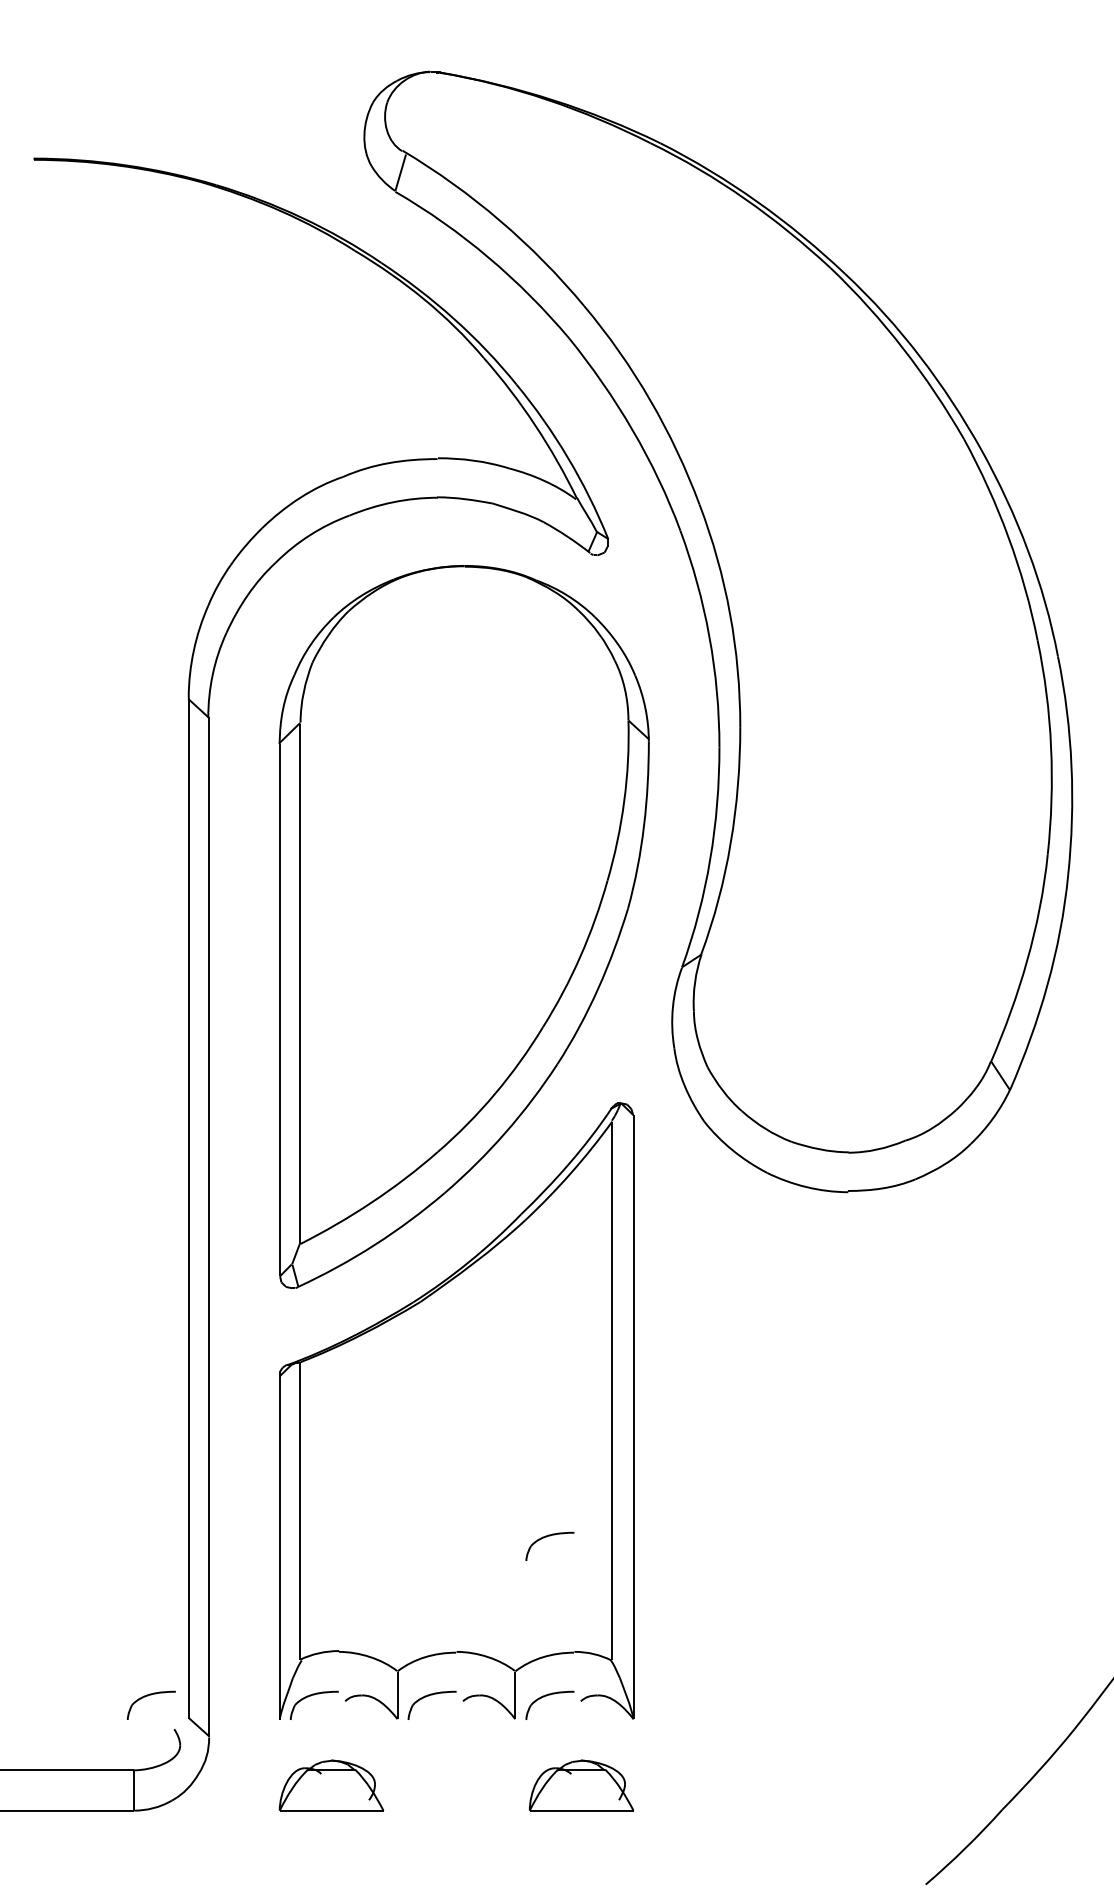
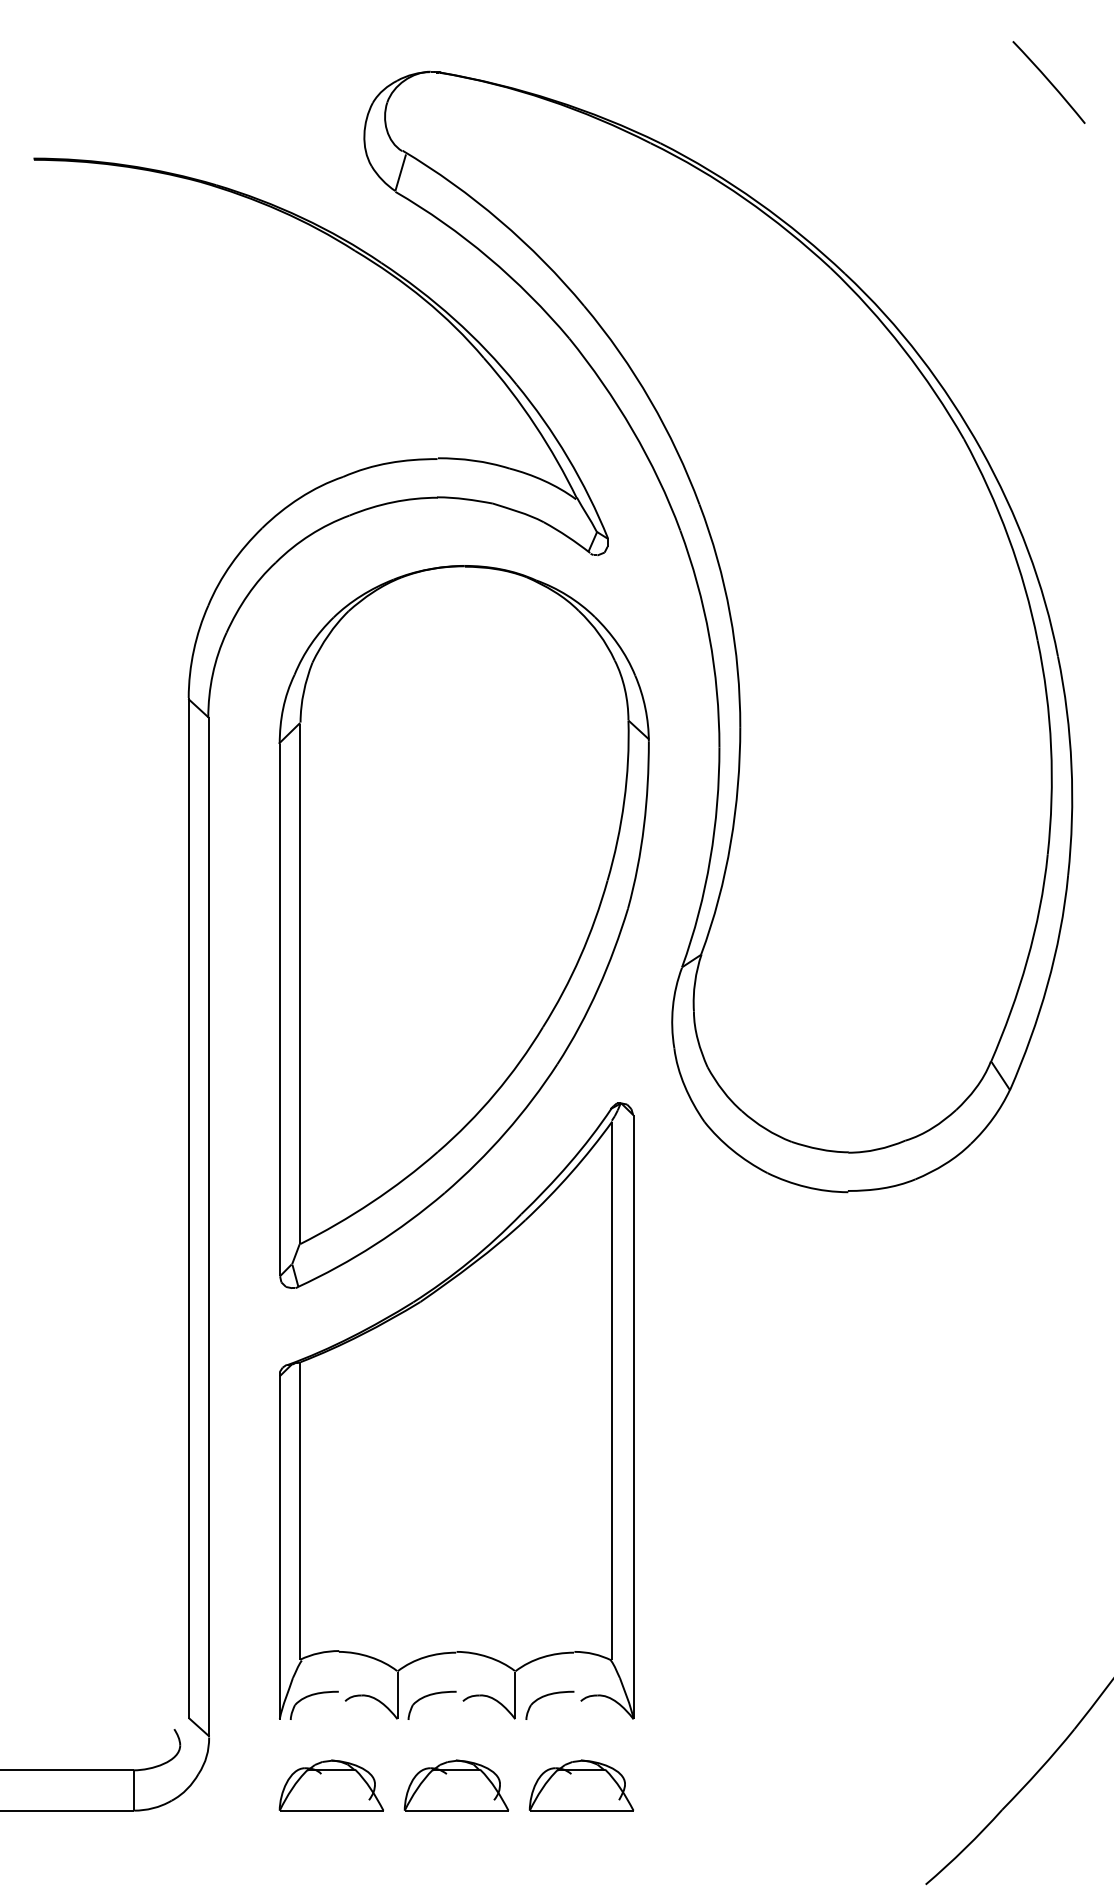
curve at (1048, 81): none -> present
part at (546, 1537): present -> none
part at (148, 1696): present -> none
part at (455, 1785): none -> present
